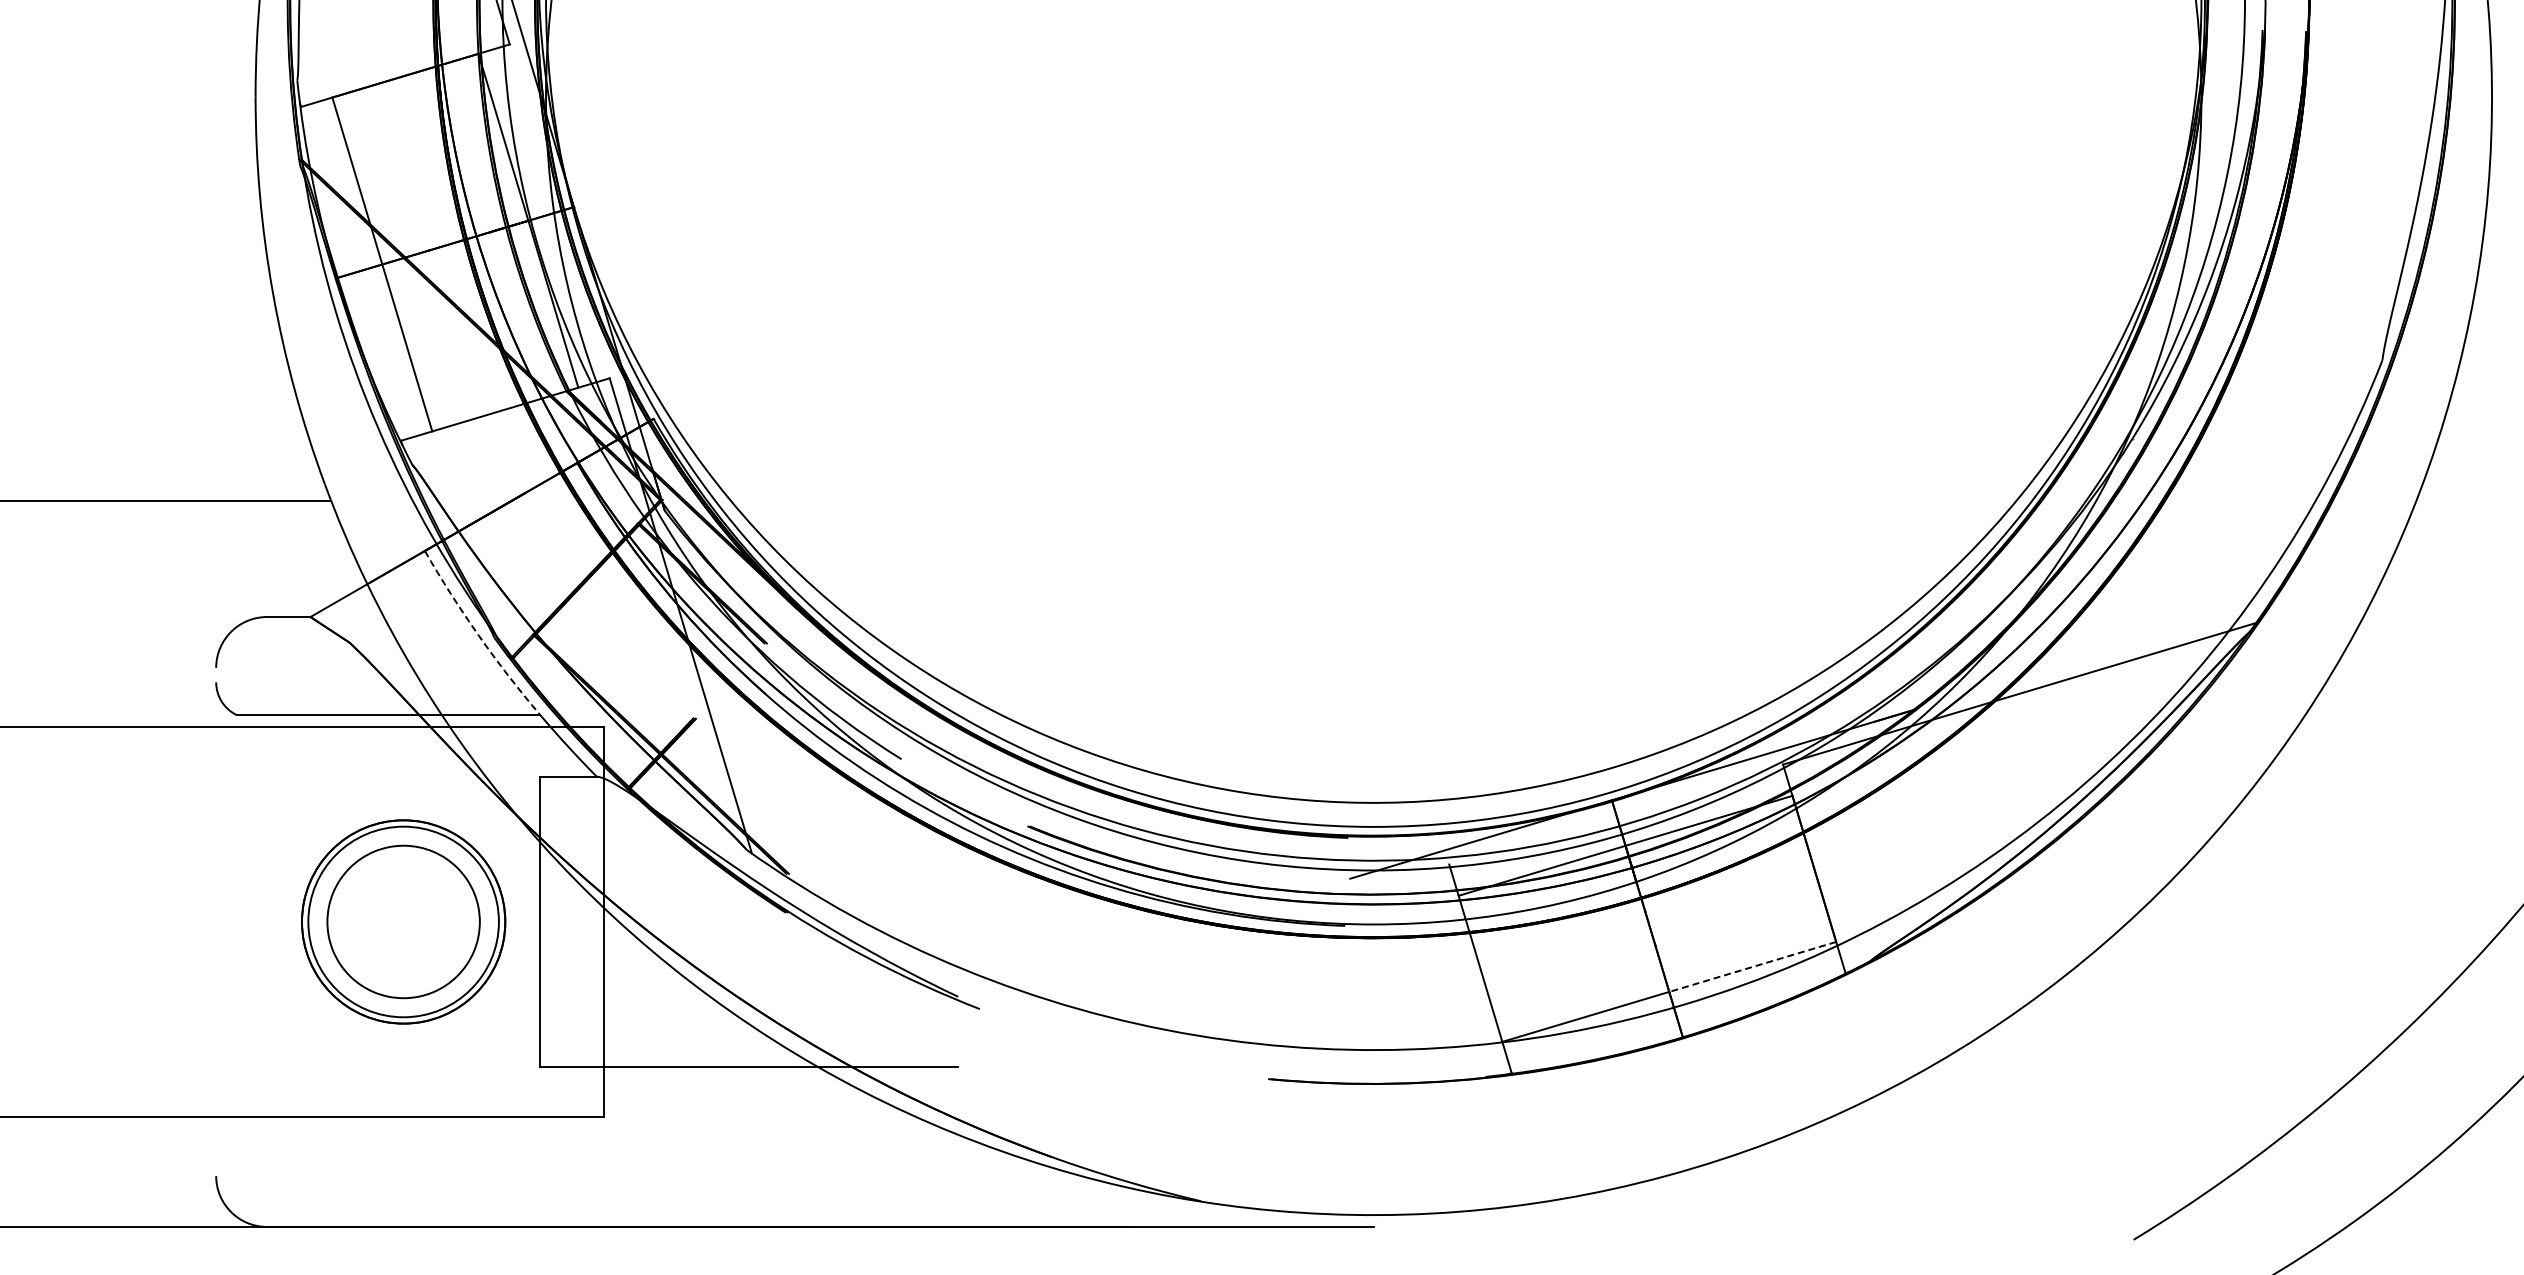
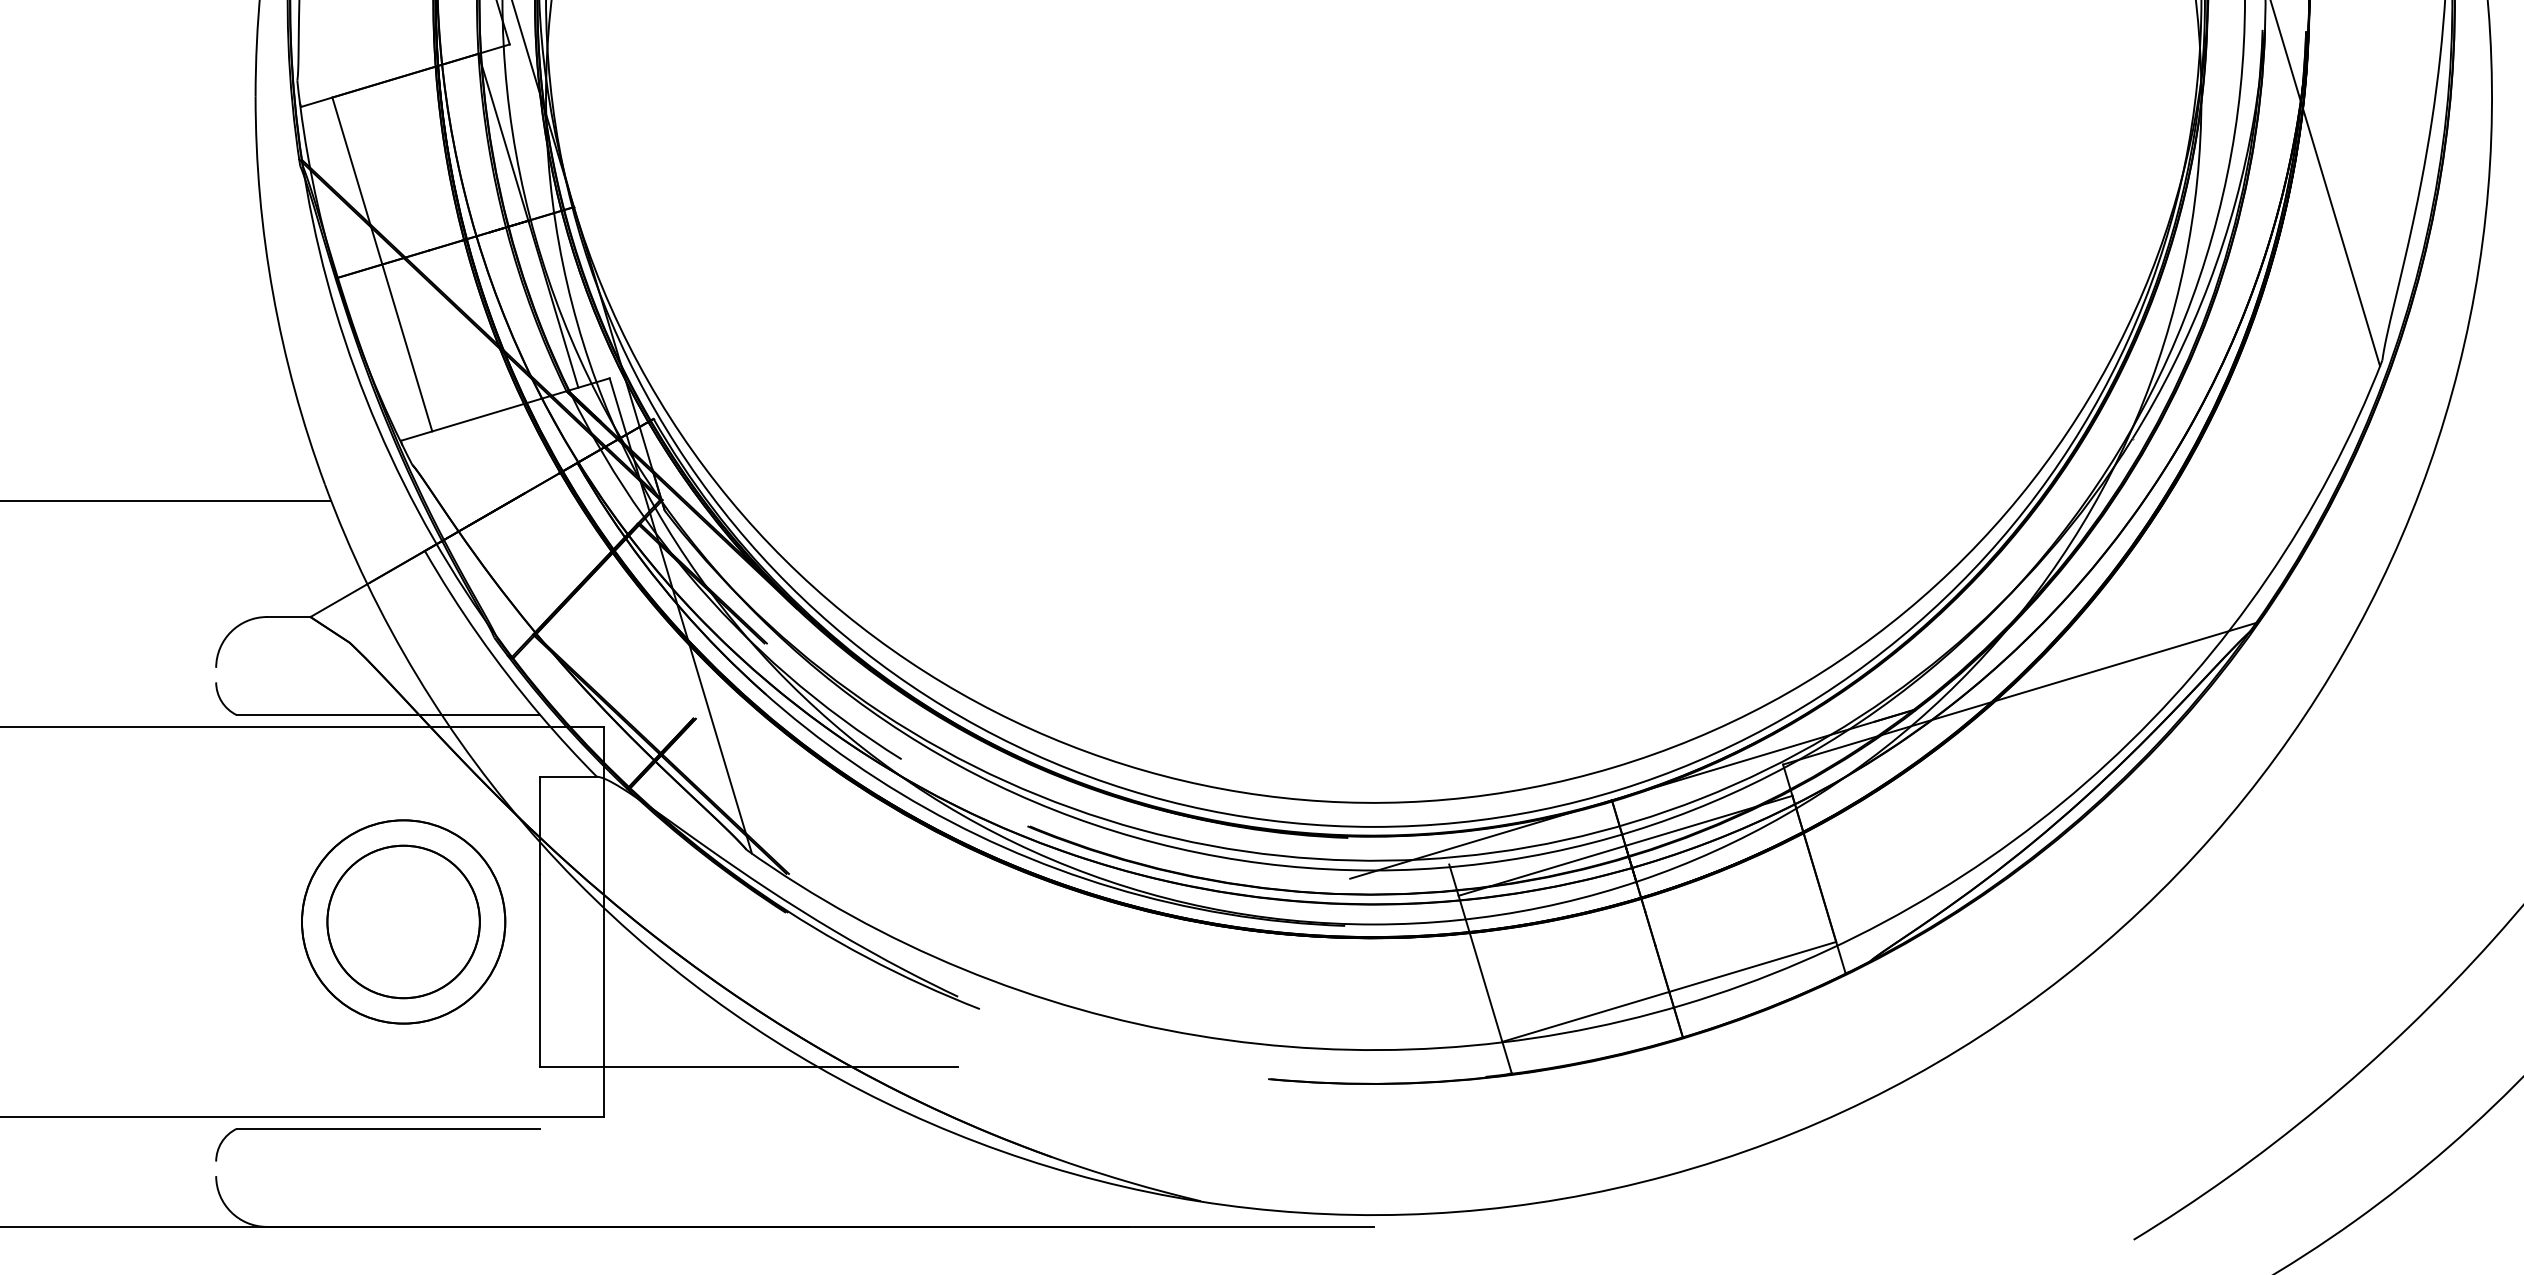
line at (2325, 184): none -> present
arc at (478, 635): dashed -> solid
circle at (403, 921) diameter: 191 px -> 152 px
line at (1752, 967): dashed -> solid
part at (377, 1129): none -> present
